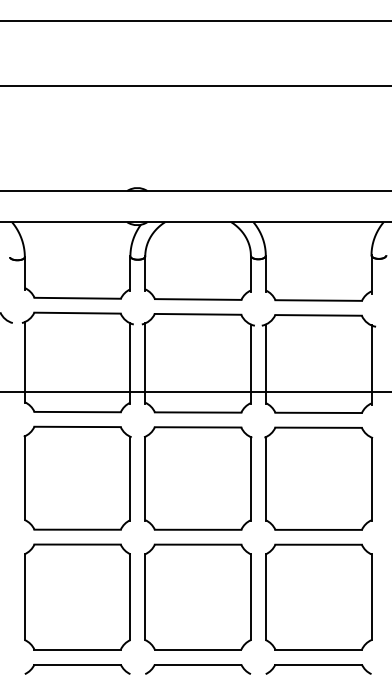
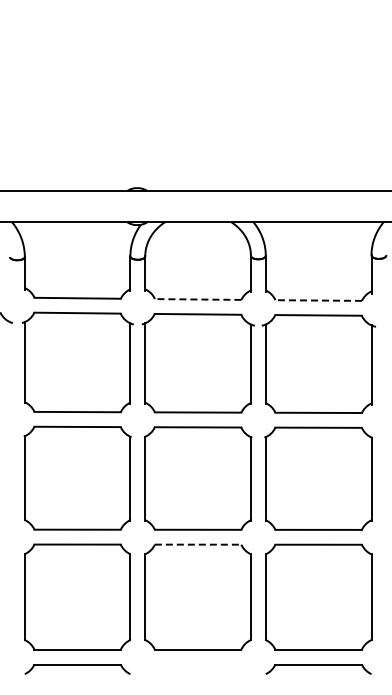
line at (195, 20): present -> none
line at (195, 86): present -> none
line at (197, 299): solid -> dashed
line at (318, 300): solid -> dashed
line at (195, 392): present -> none
line at (198, 544): solid -> dashed
part at (198, 669): present -> none
